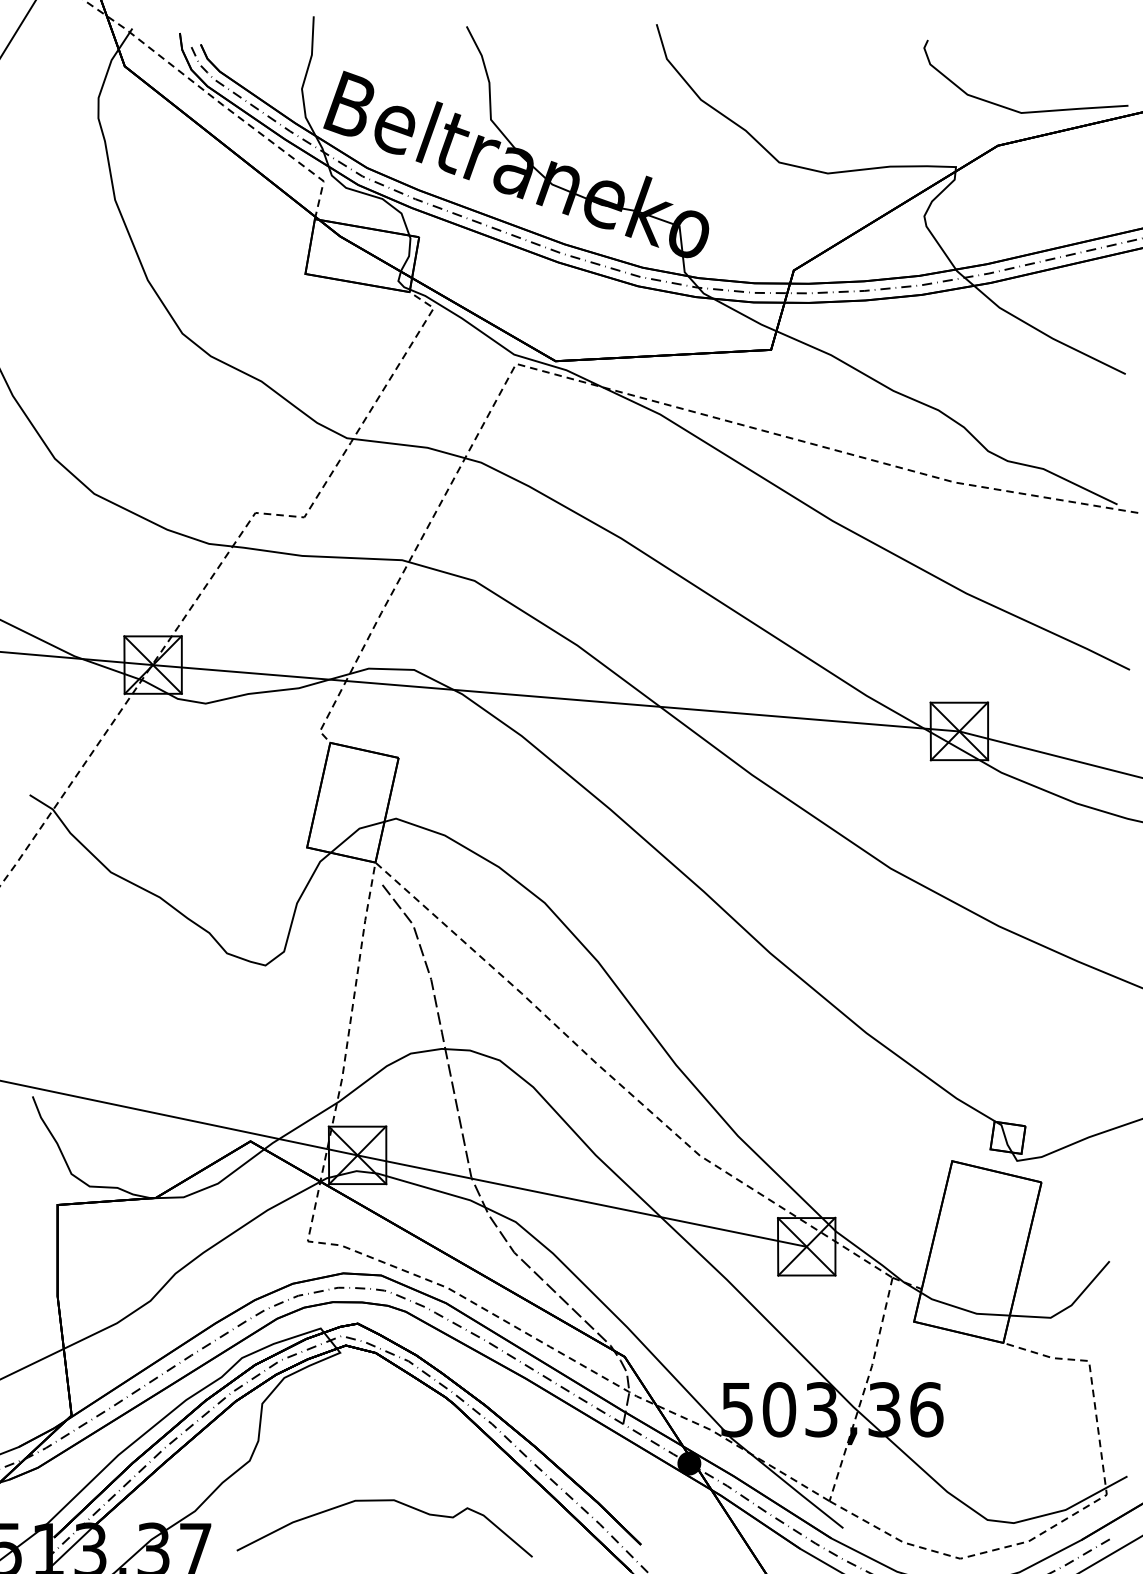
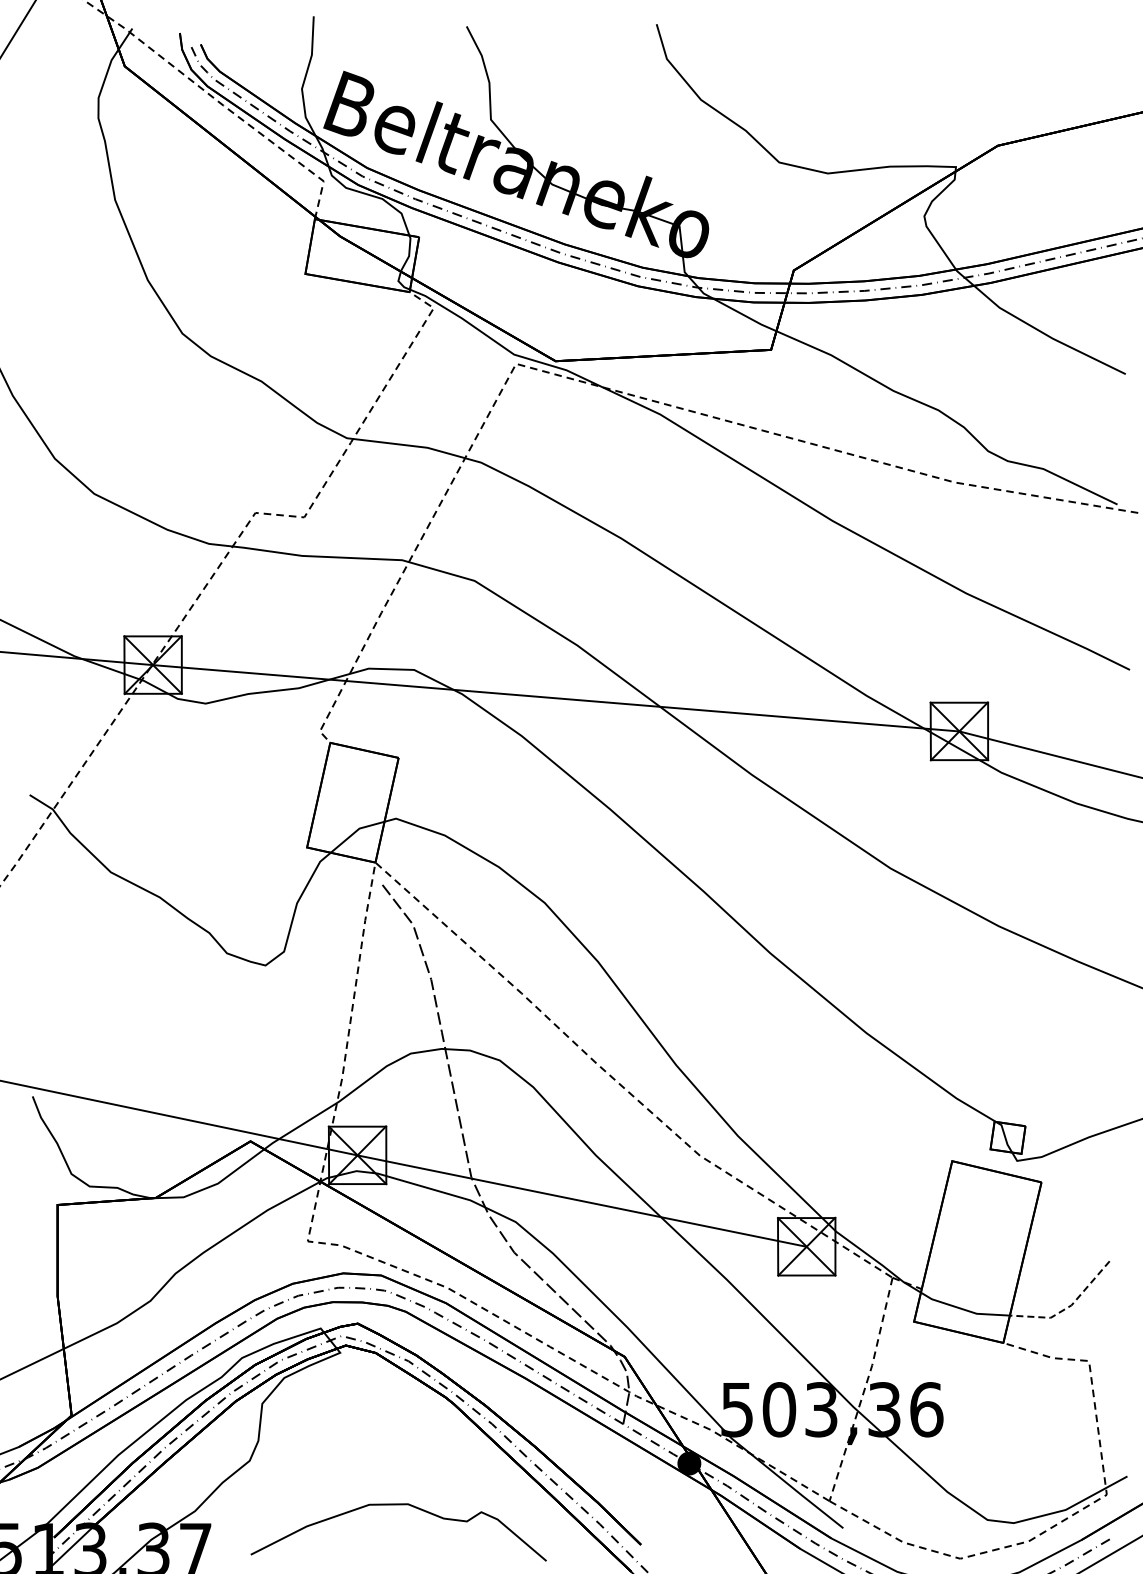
curve at (1014, 109): present -> none
line at (1068, 1307): solid -> dashed
curve at (384, 1501) position: (384, 1501) -> (398, 1505)
